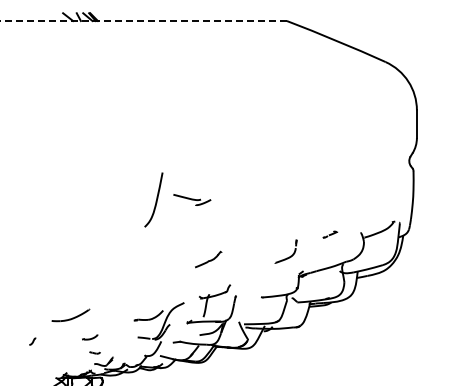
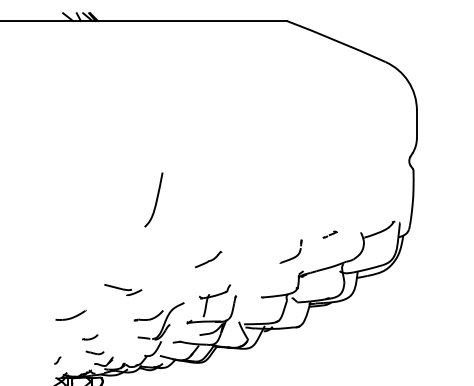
line at (143, 21): dashed -> solid
part at (192, 199) position: (192, 199) -> (123, 289)
part at (286, 257) position: (286, 257) -> (291, 257)
part at (70, 315) size: 40x15 px -> 32x12 px
curve at (32, 341) position: (32, 341) -> (57, 360)
part at (94, 352) size: 12x4 px -> 20x6 px
